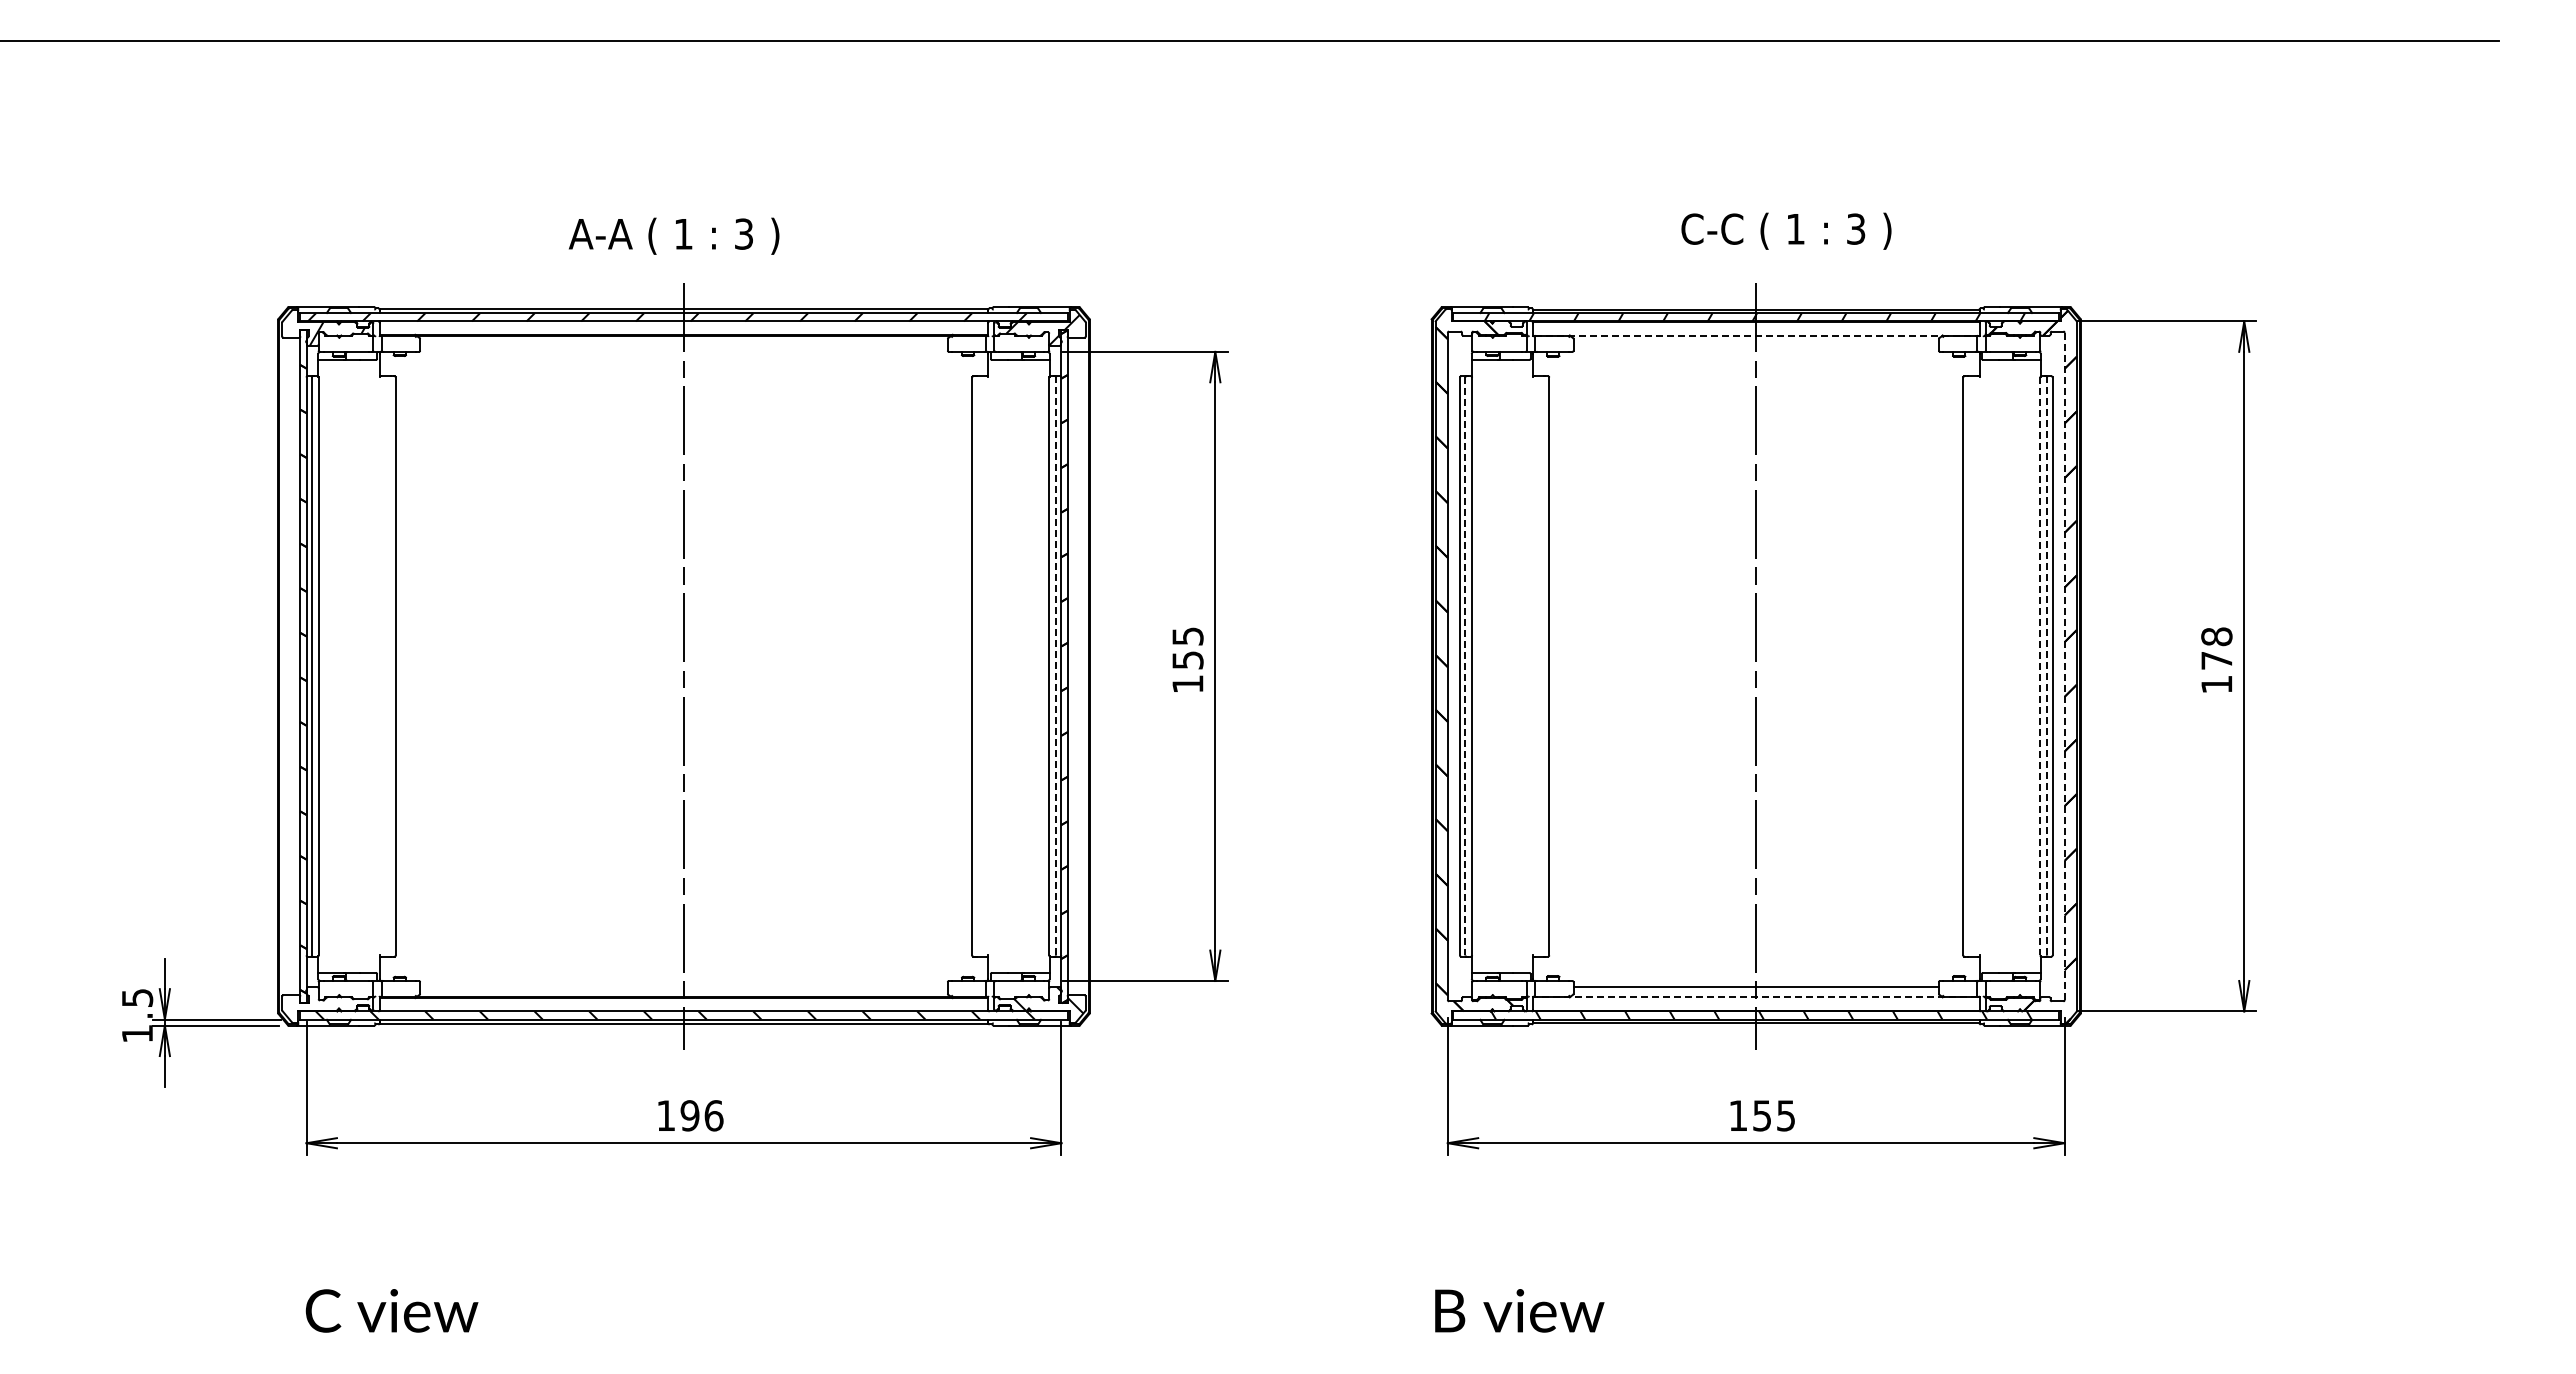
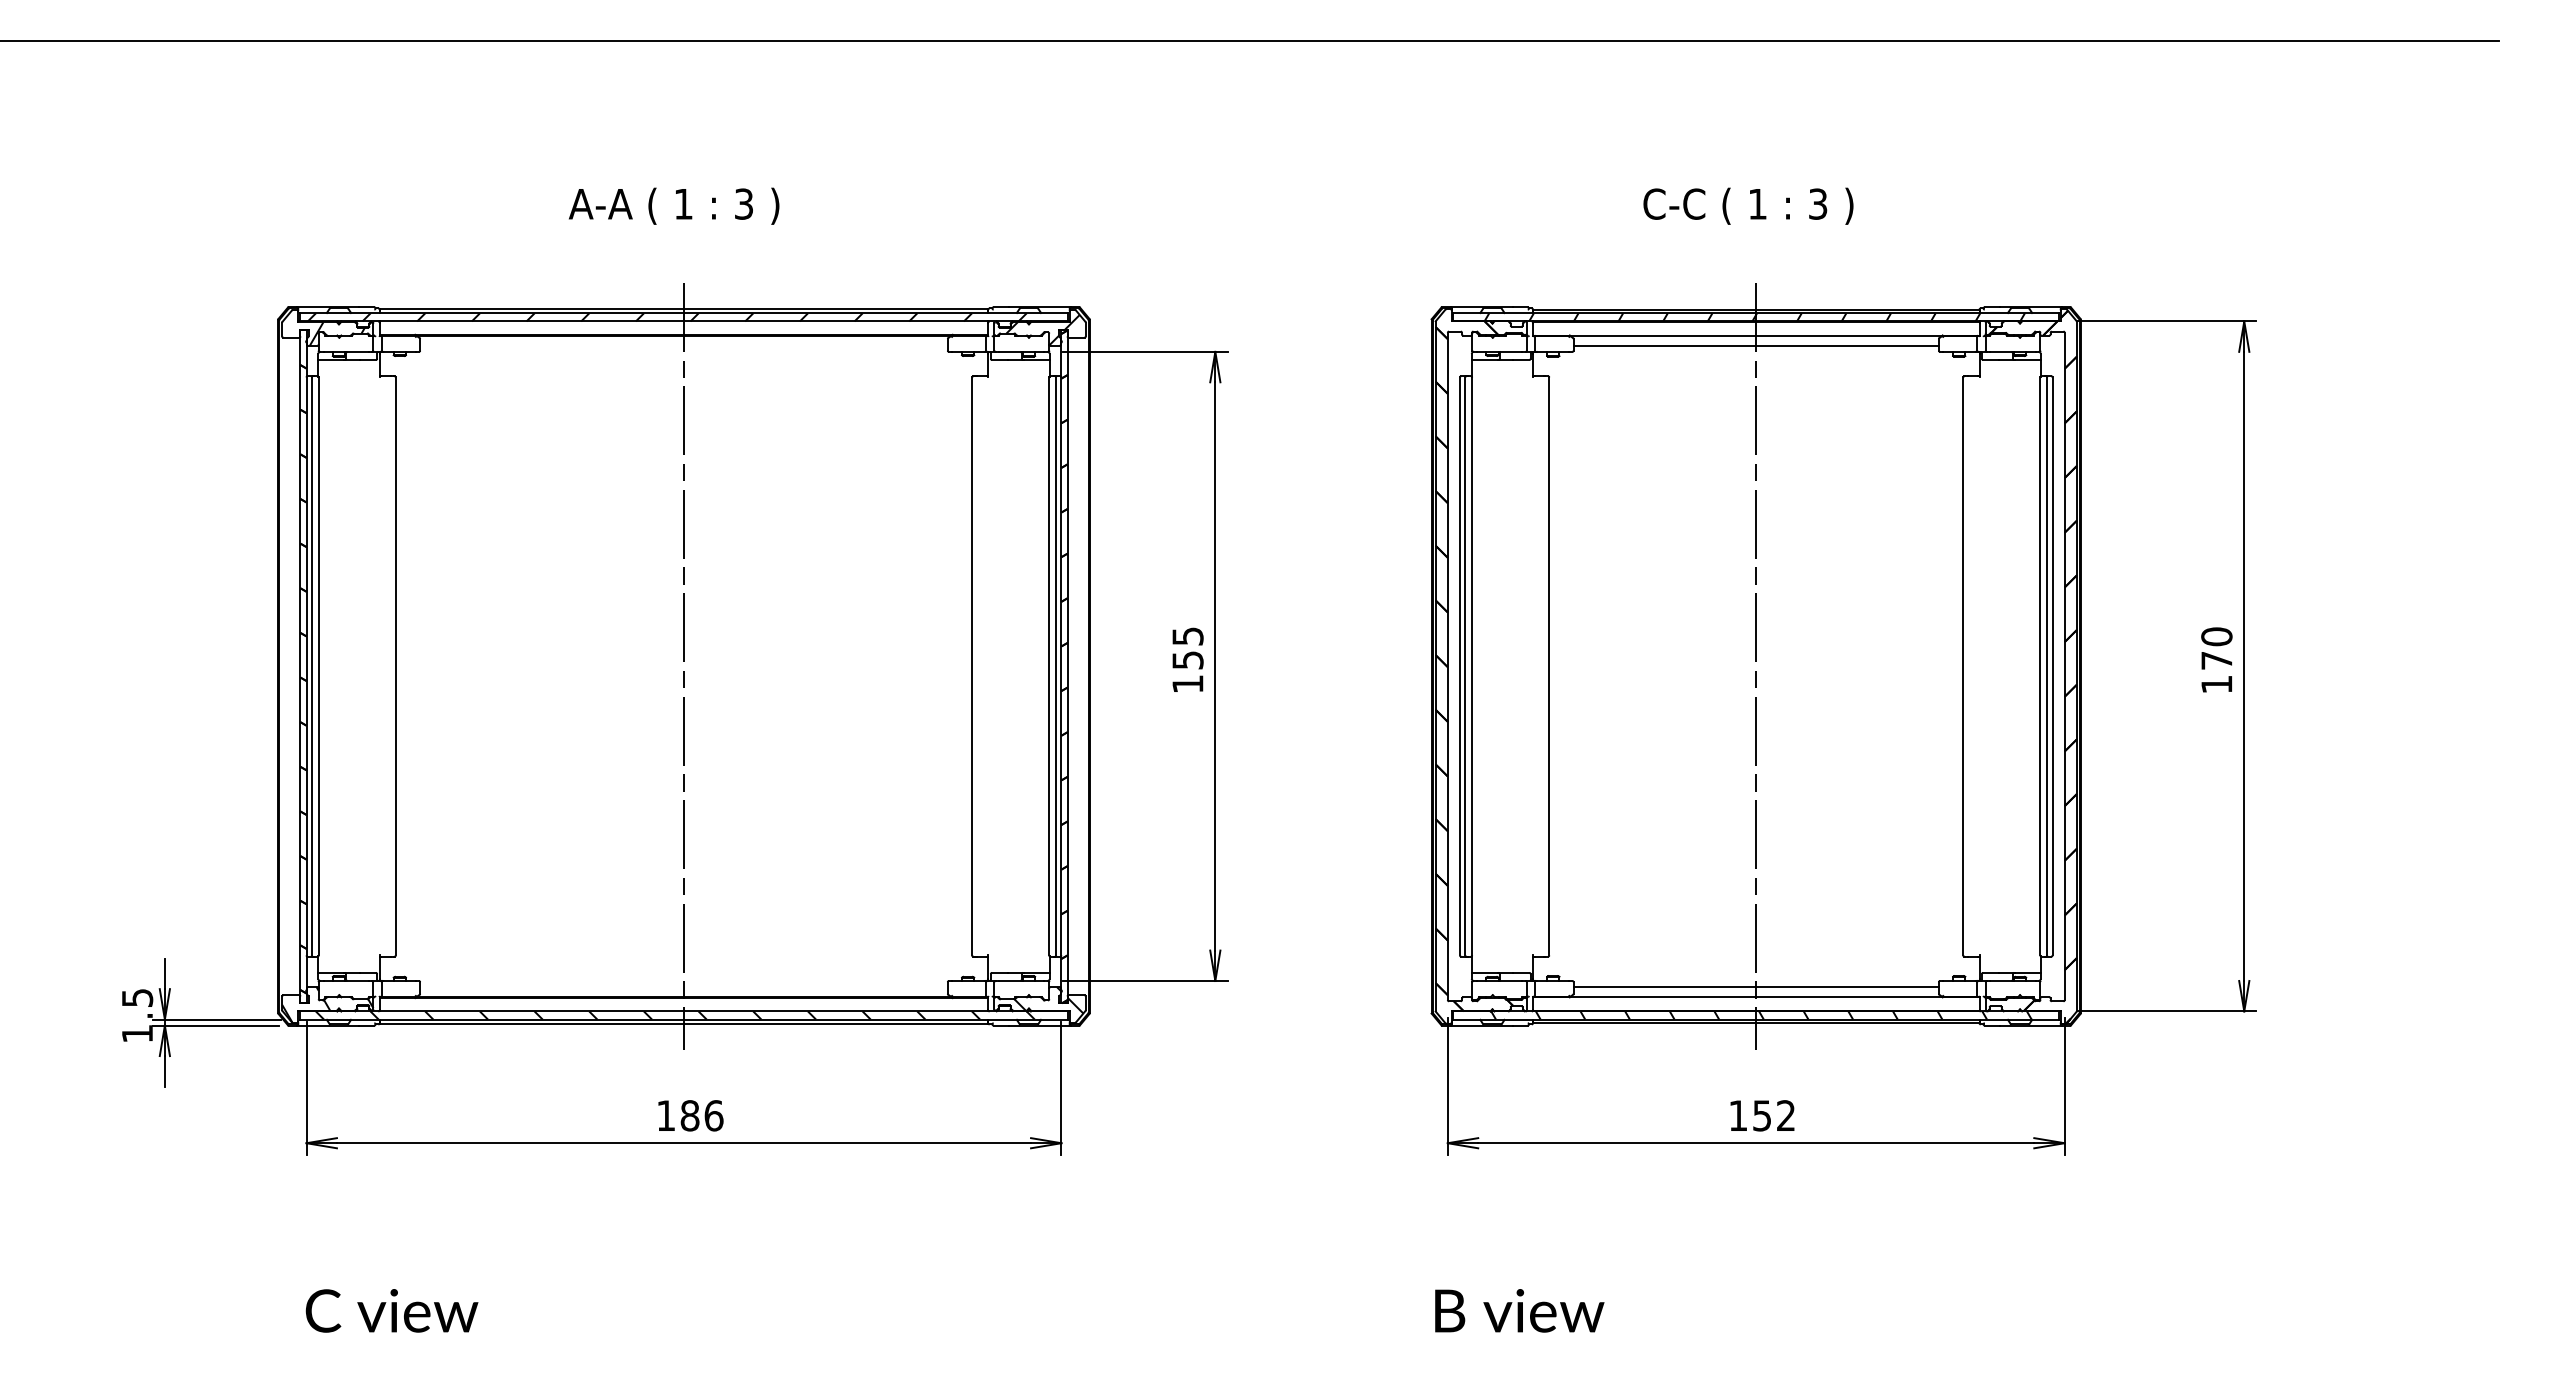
text at (1786, 230) position: (1786, 230) -> (1748, 205)
text at (673, 235) position: (673, 235) -> (673, 205)
line at (1756, 335): dashed -> solid
line at (1755, 345): none -> present
text at (2216, 636): 178 -> 170
line at (1056, 666): dashed -> solid
line at (1465, 666): dashed -> solid
line at (2040, 666): dashed -> solid
line at (2047, 666): dashed -> solid
line at (2064, 666): dashed -> solid
line at (1756, 997): dashed -> solid
hatch at (327, 1004): none -> present
text at (689, 1115): 196 -> 186
text at (1785, 1115): 155 -> 152
